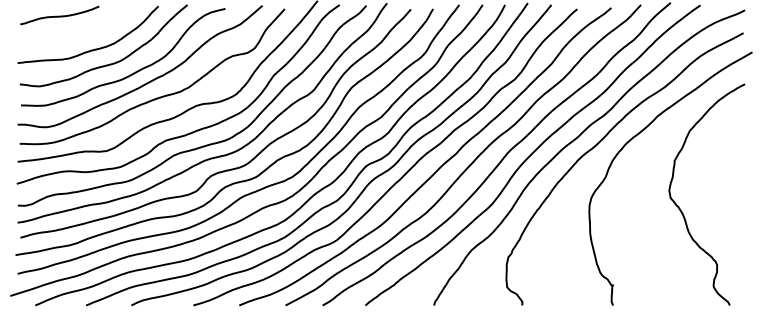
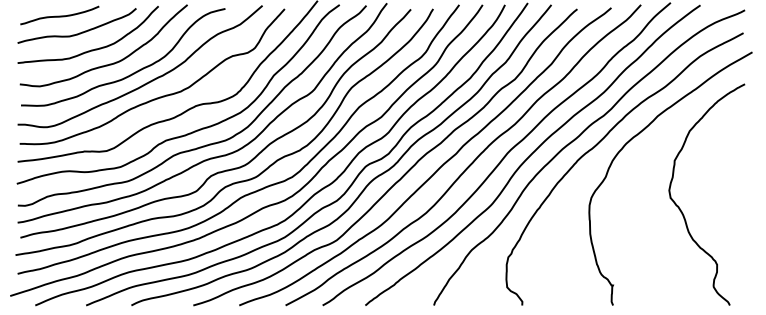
curve at (79, 32): none -> present
